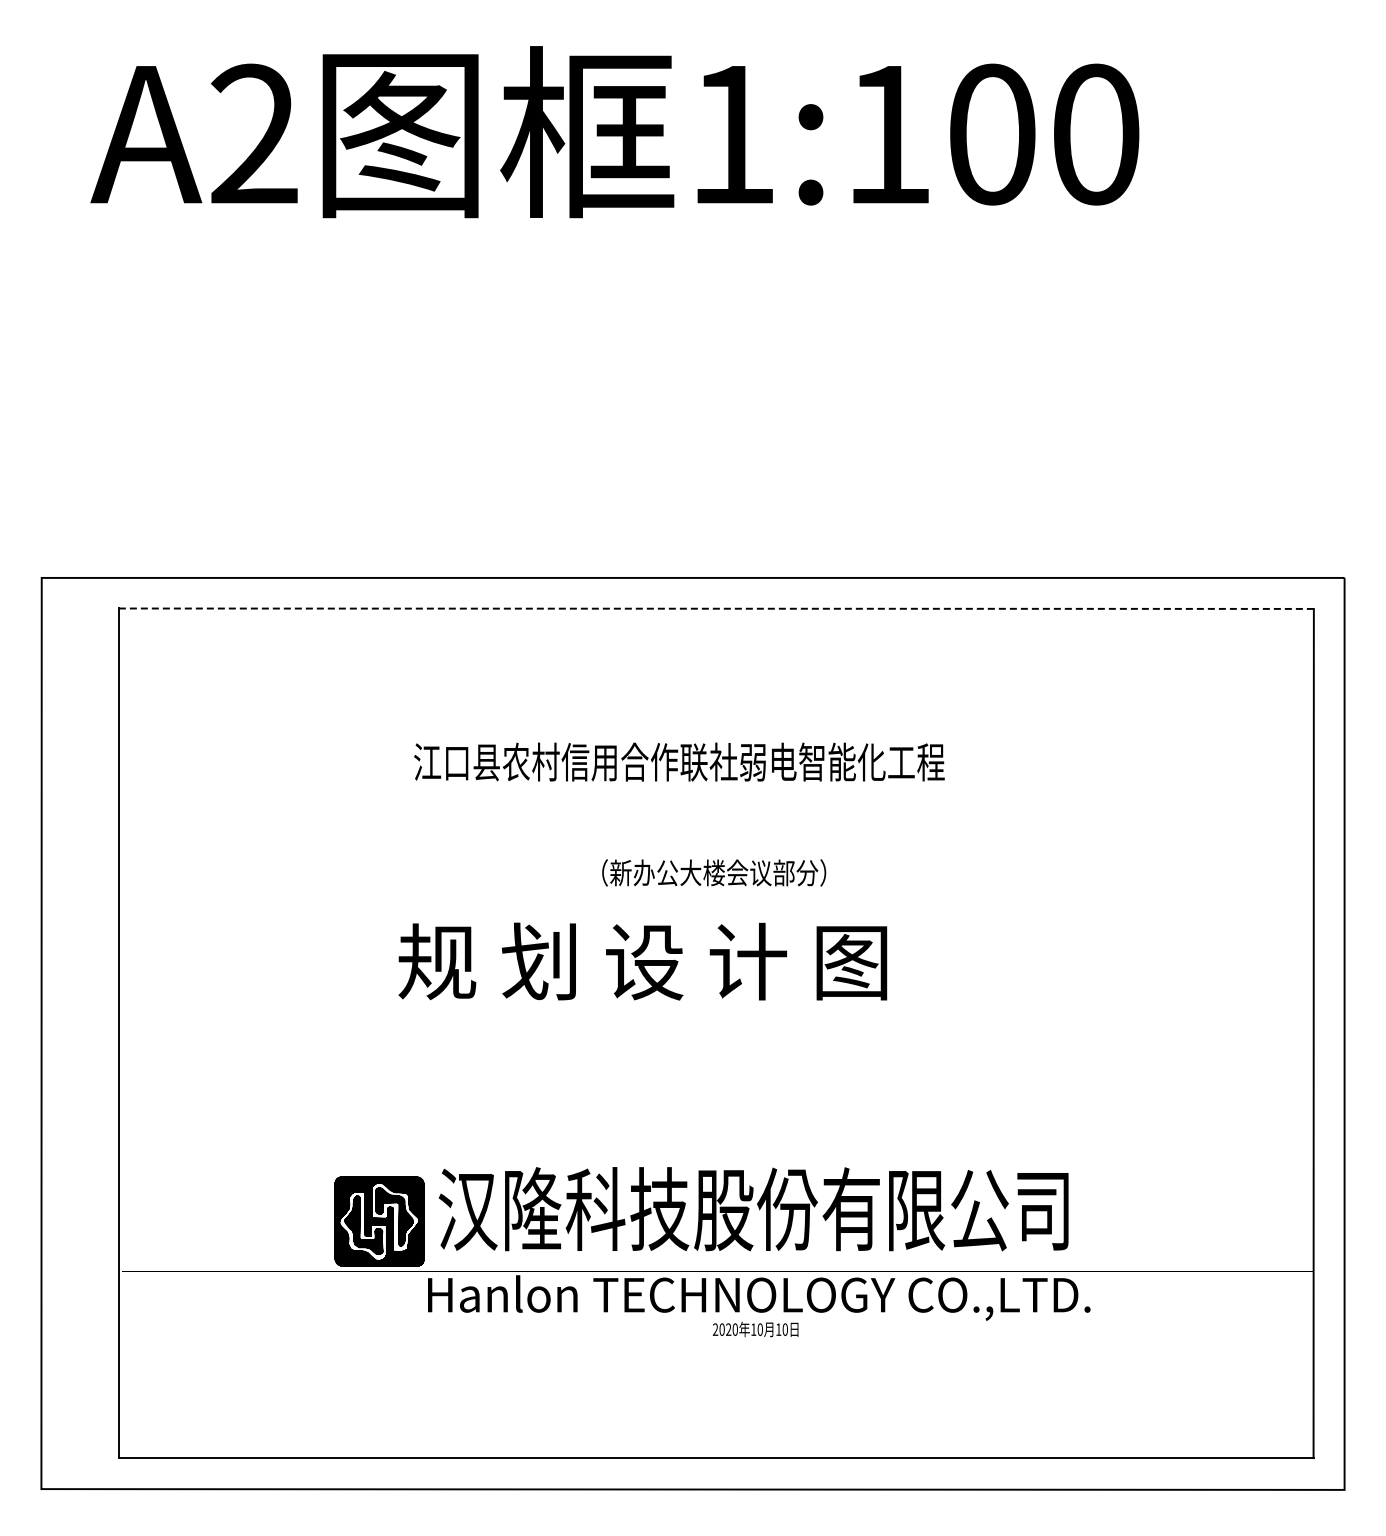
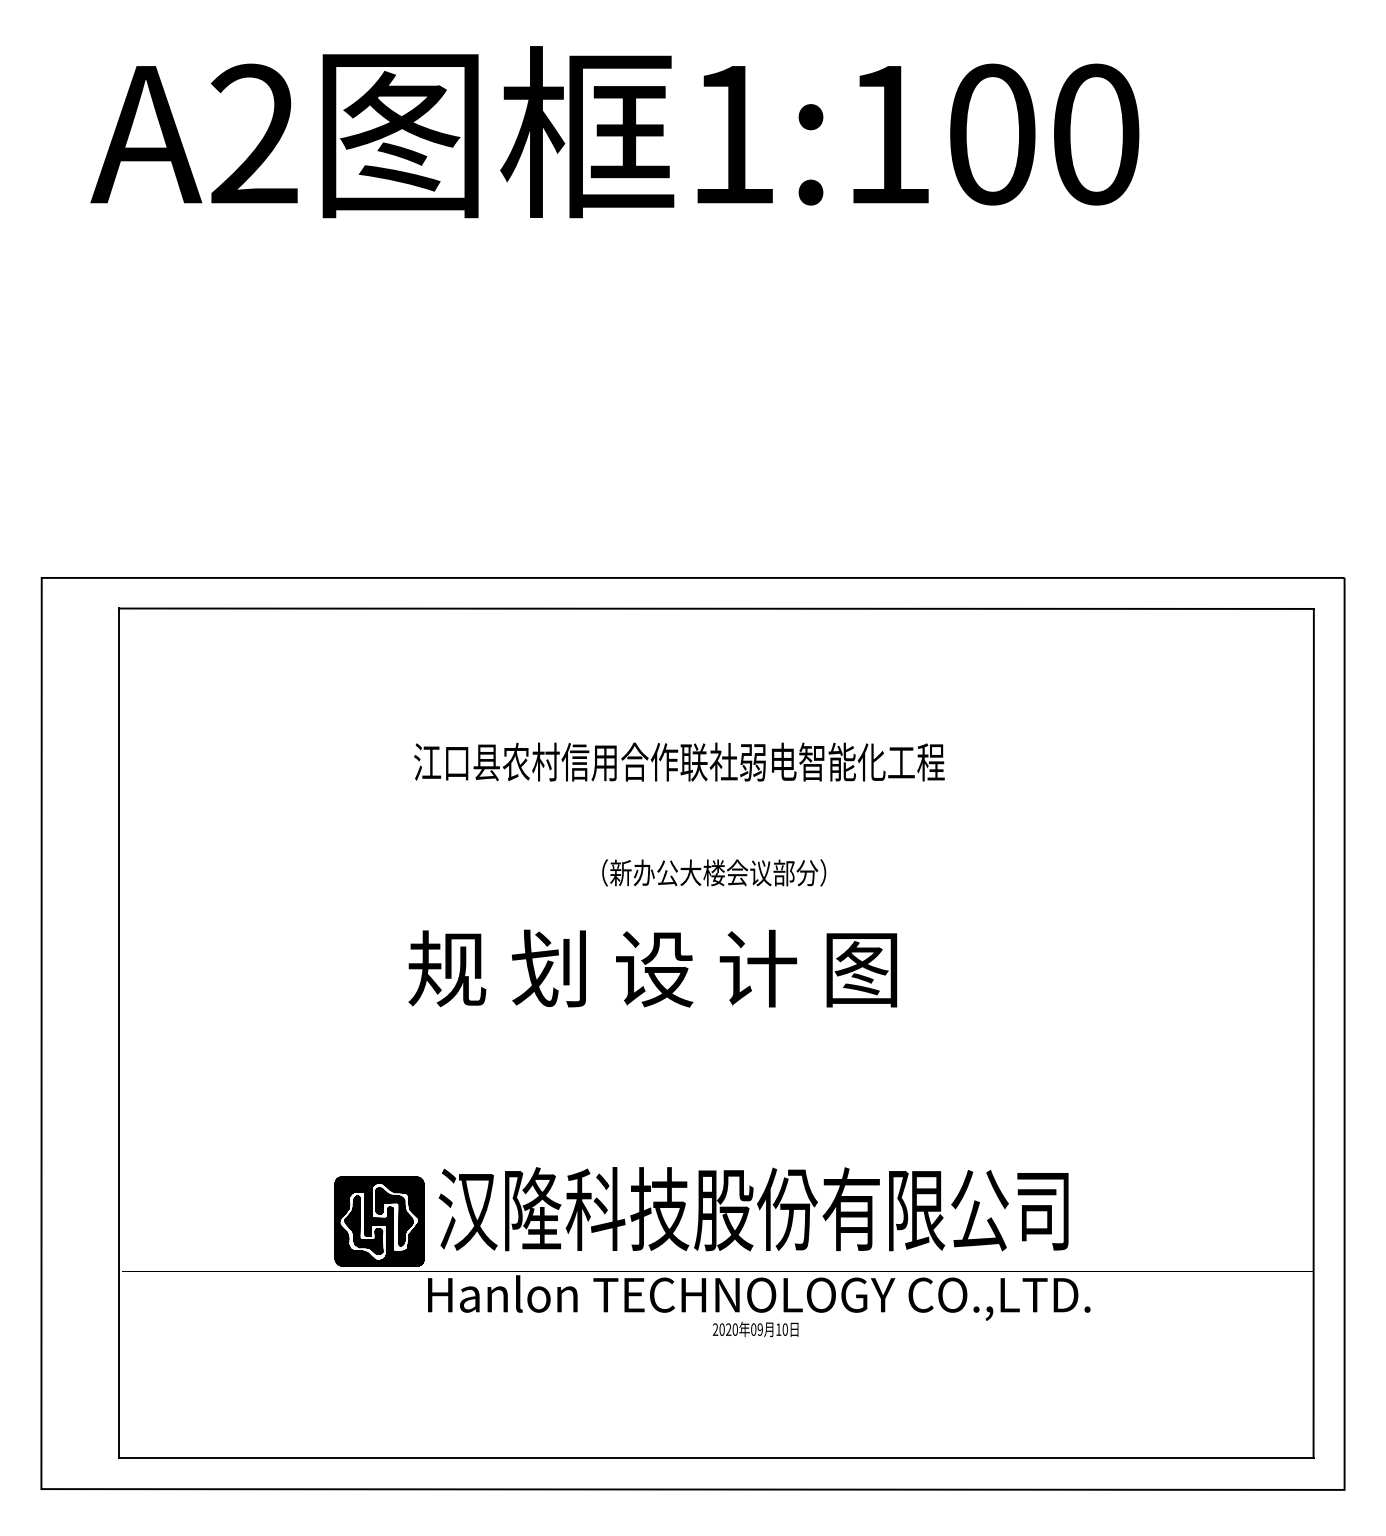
line at (716, 608): dashed -> solid
text at (642, 961) position: (642, 961) -> (652, 968)
text at (756, 1329): 10 -> 09
